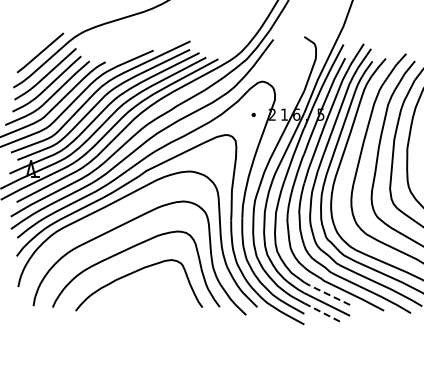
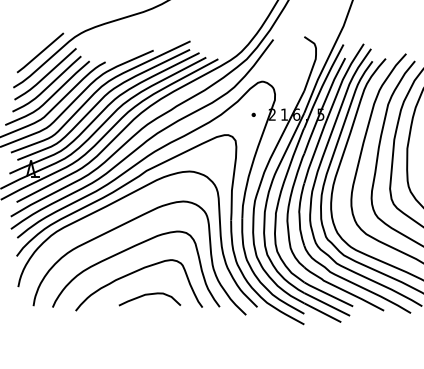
line at (328, 294): dashed -> solid
curve at (149, 295): none -> present
line at (322, 312): dashed -> solid
